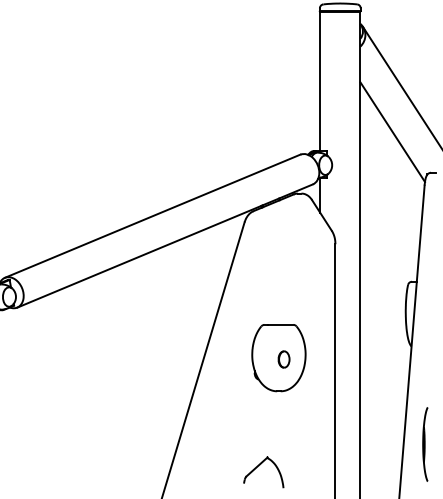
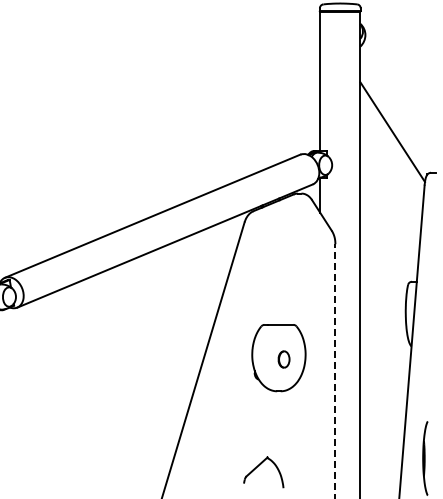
line at (400, 86): present -> none
line at (335, 371): solid -> dashed
part at (425, 444) position: (425, 444) -> (425, 458)
